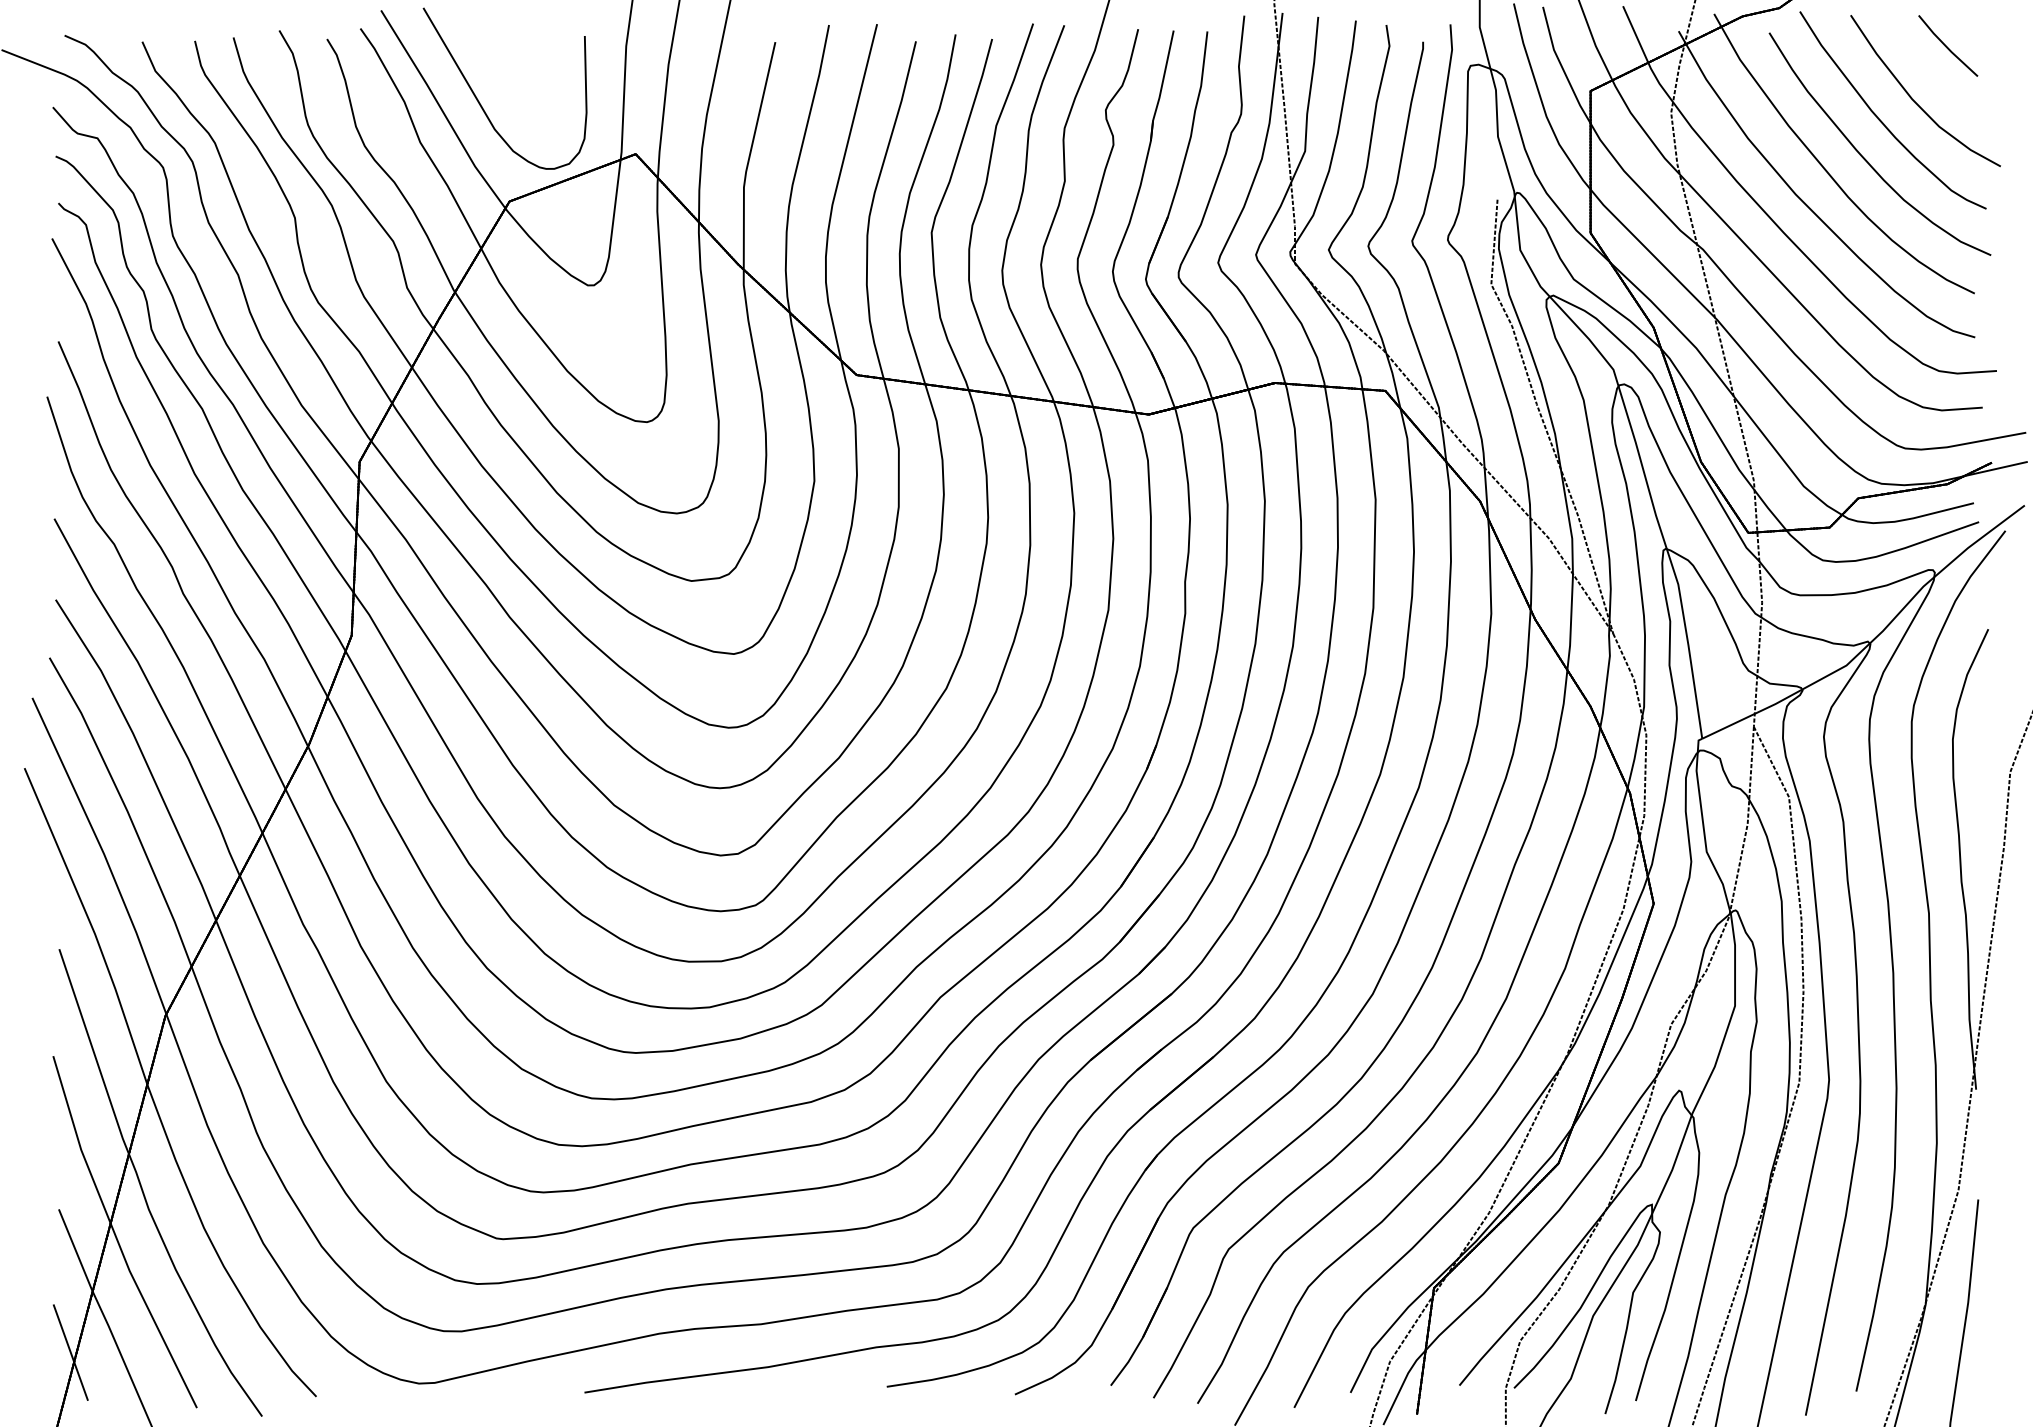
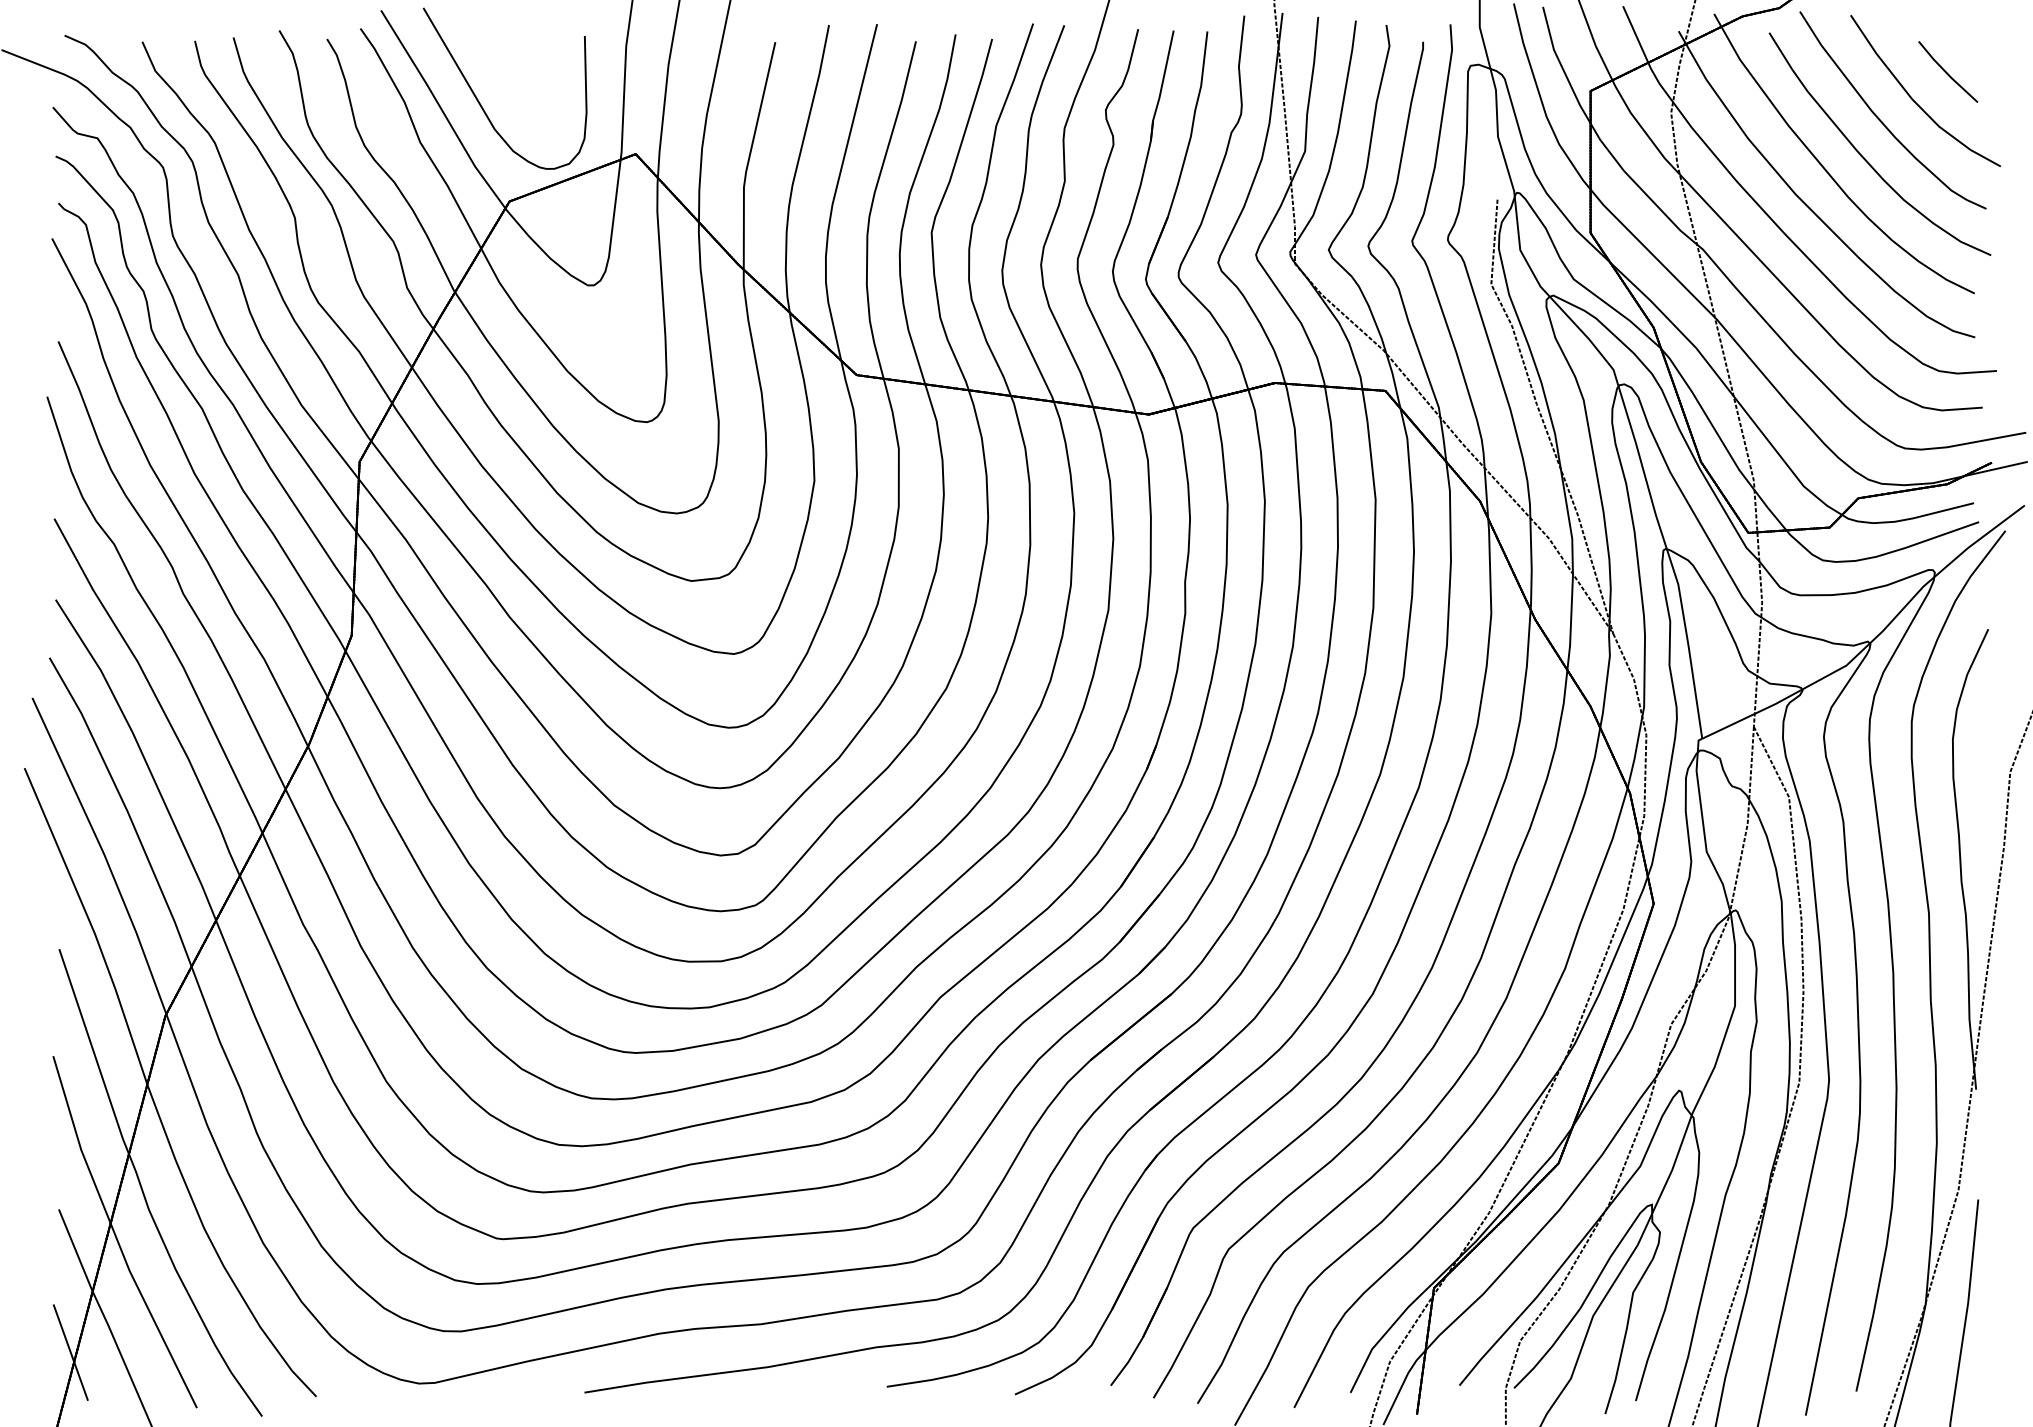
line at (1947, 46) position: (1947, 46) -> (1947, 72)
